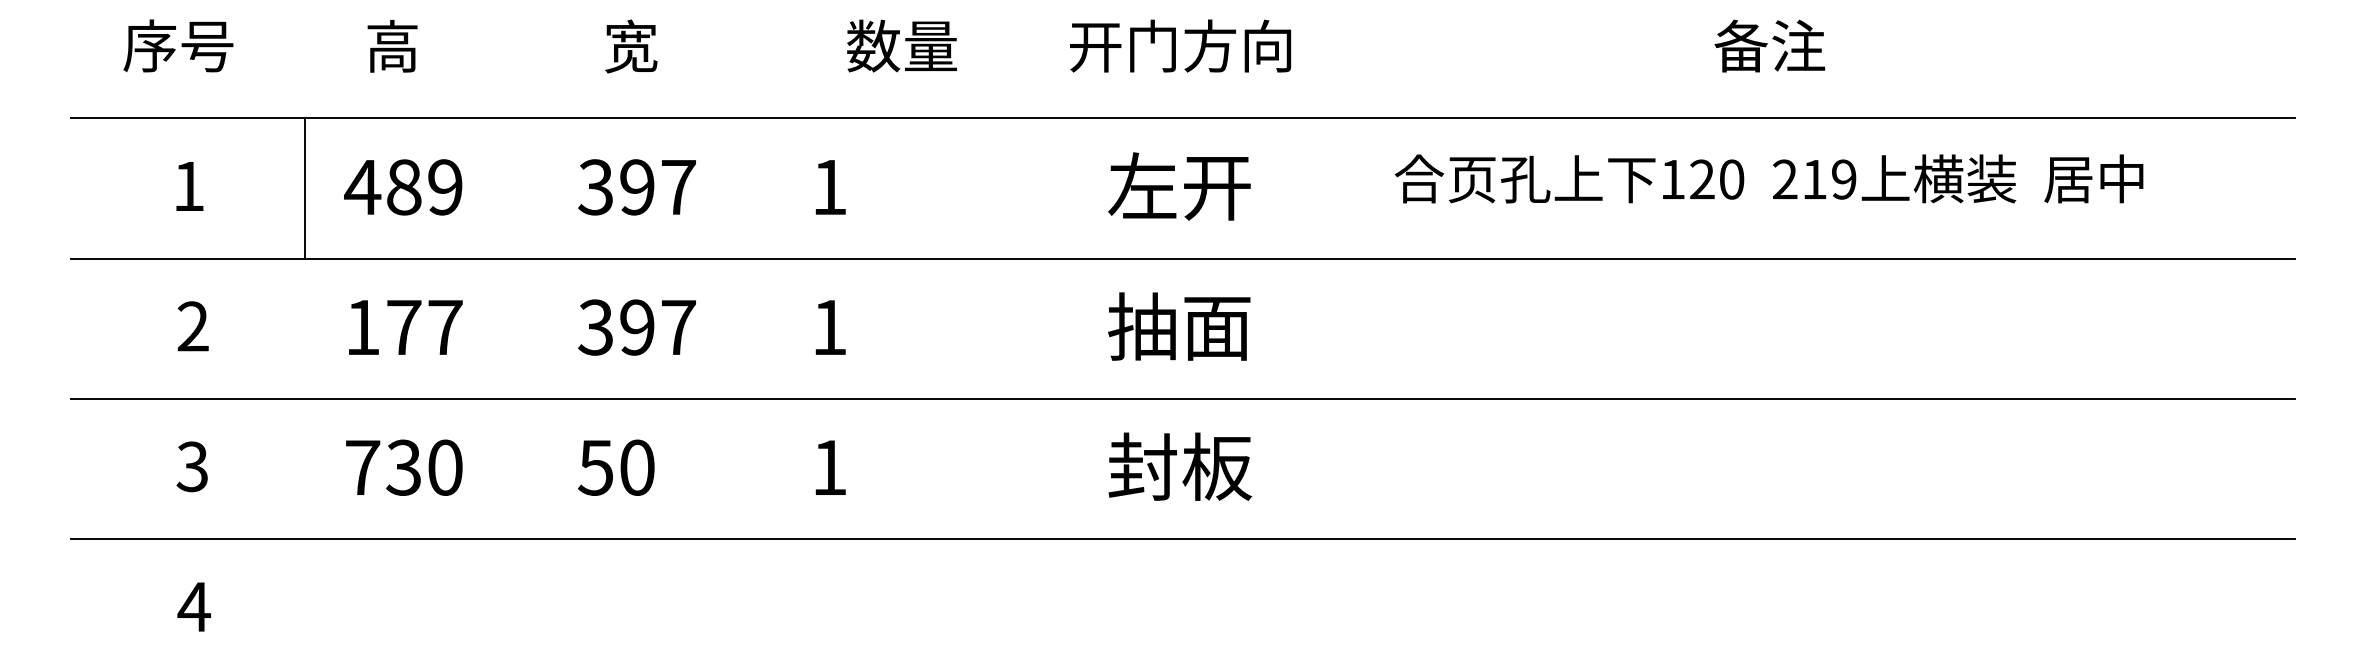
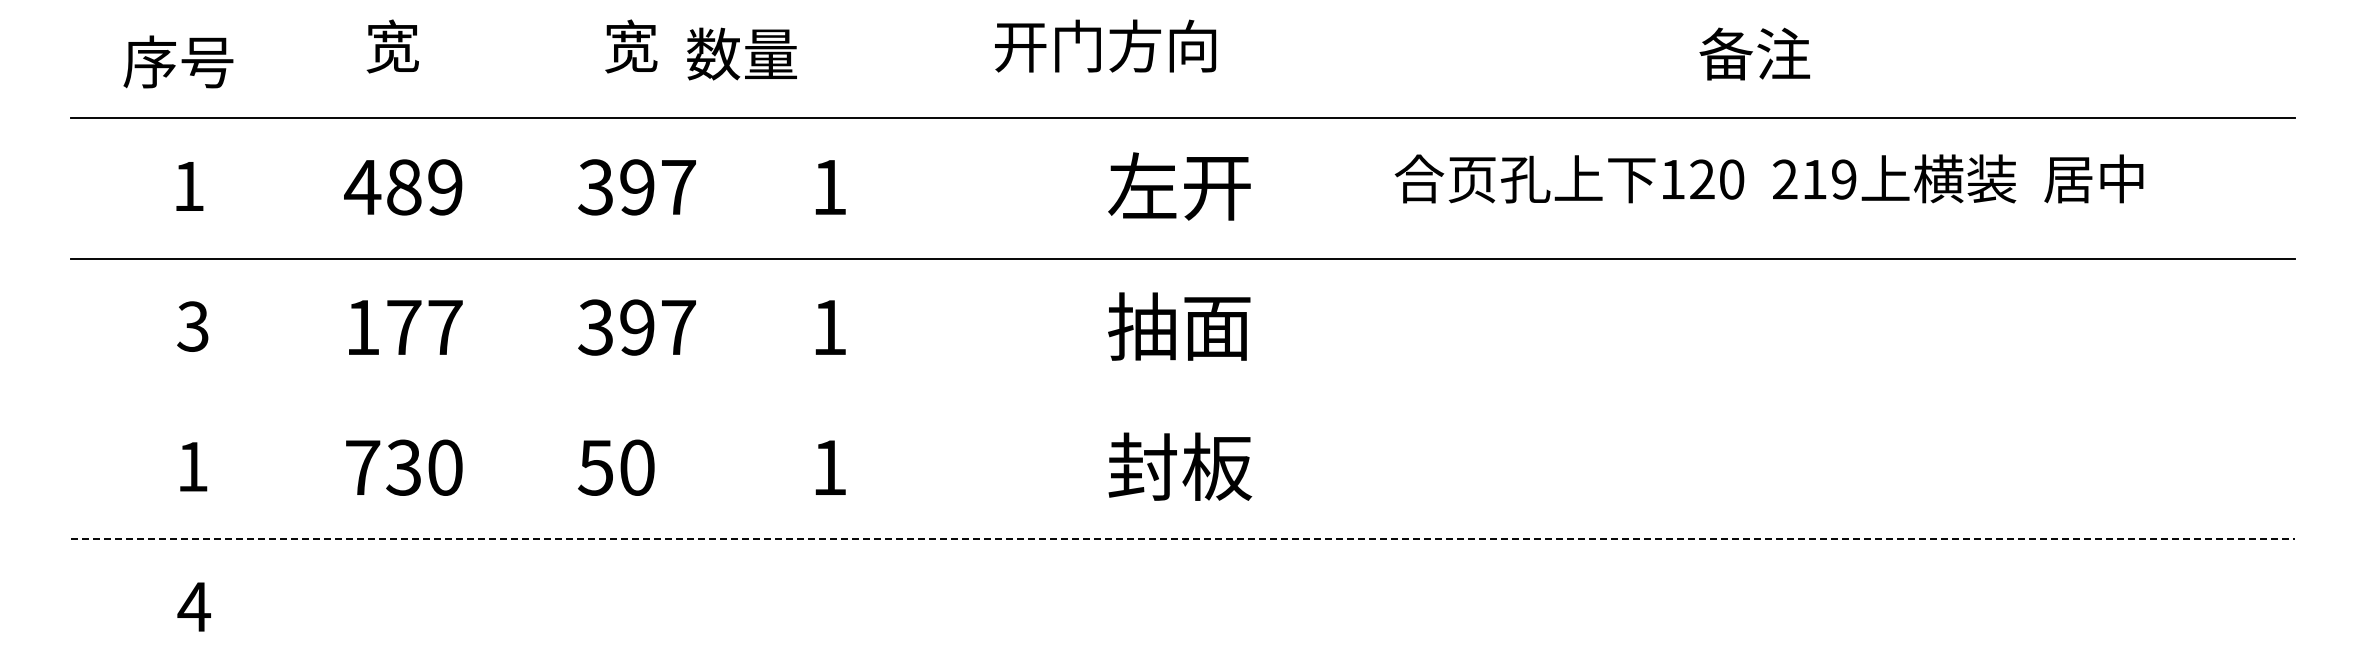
text at (178, 45) position: (178, 45) -> (178, 61)
text at (901, 45) position: (901, 45) -> (741, 53)
text at (1180, 45) position: (1180, 45) -> (1105, 45)
text at (1769, 45) position: (1769, 45) -> (1754, 53)
text at (392, 46): 高 -> 宽
line at (304, 188): present -> none
text at (192, 326): 2 -> 3
line at (1182, 398): present -> none
text at (191, 466): 3 -> 1
line at (1183, 538): solid -> dashed
